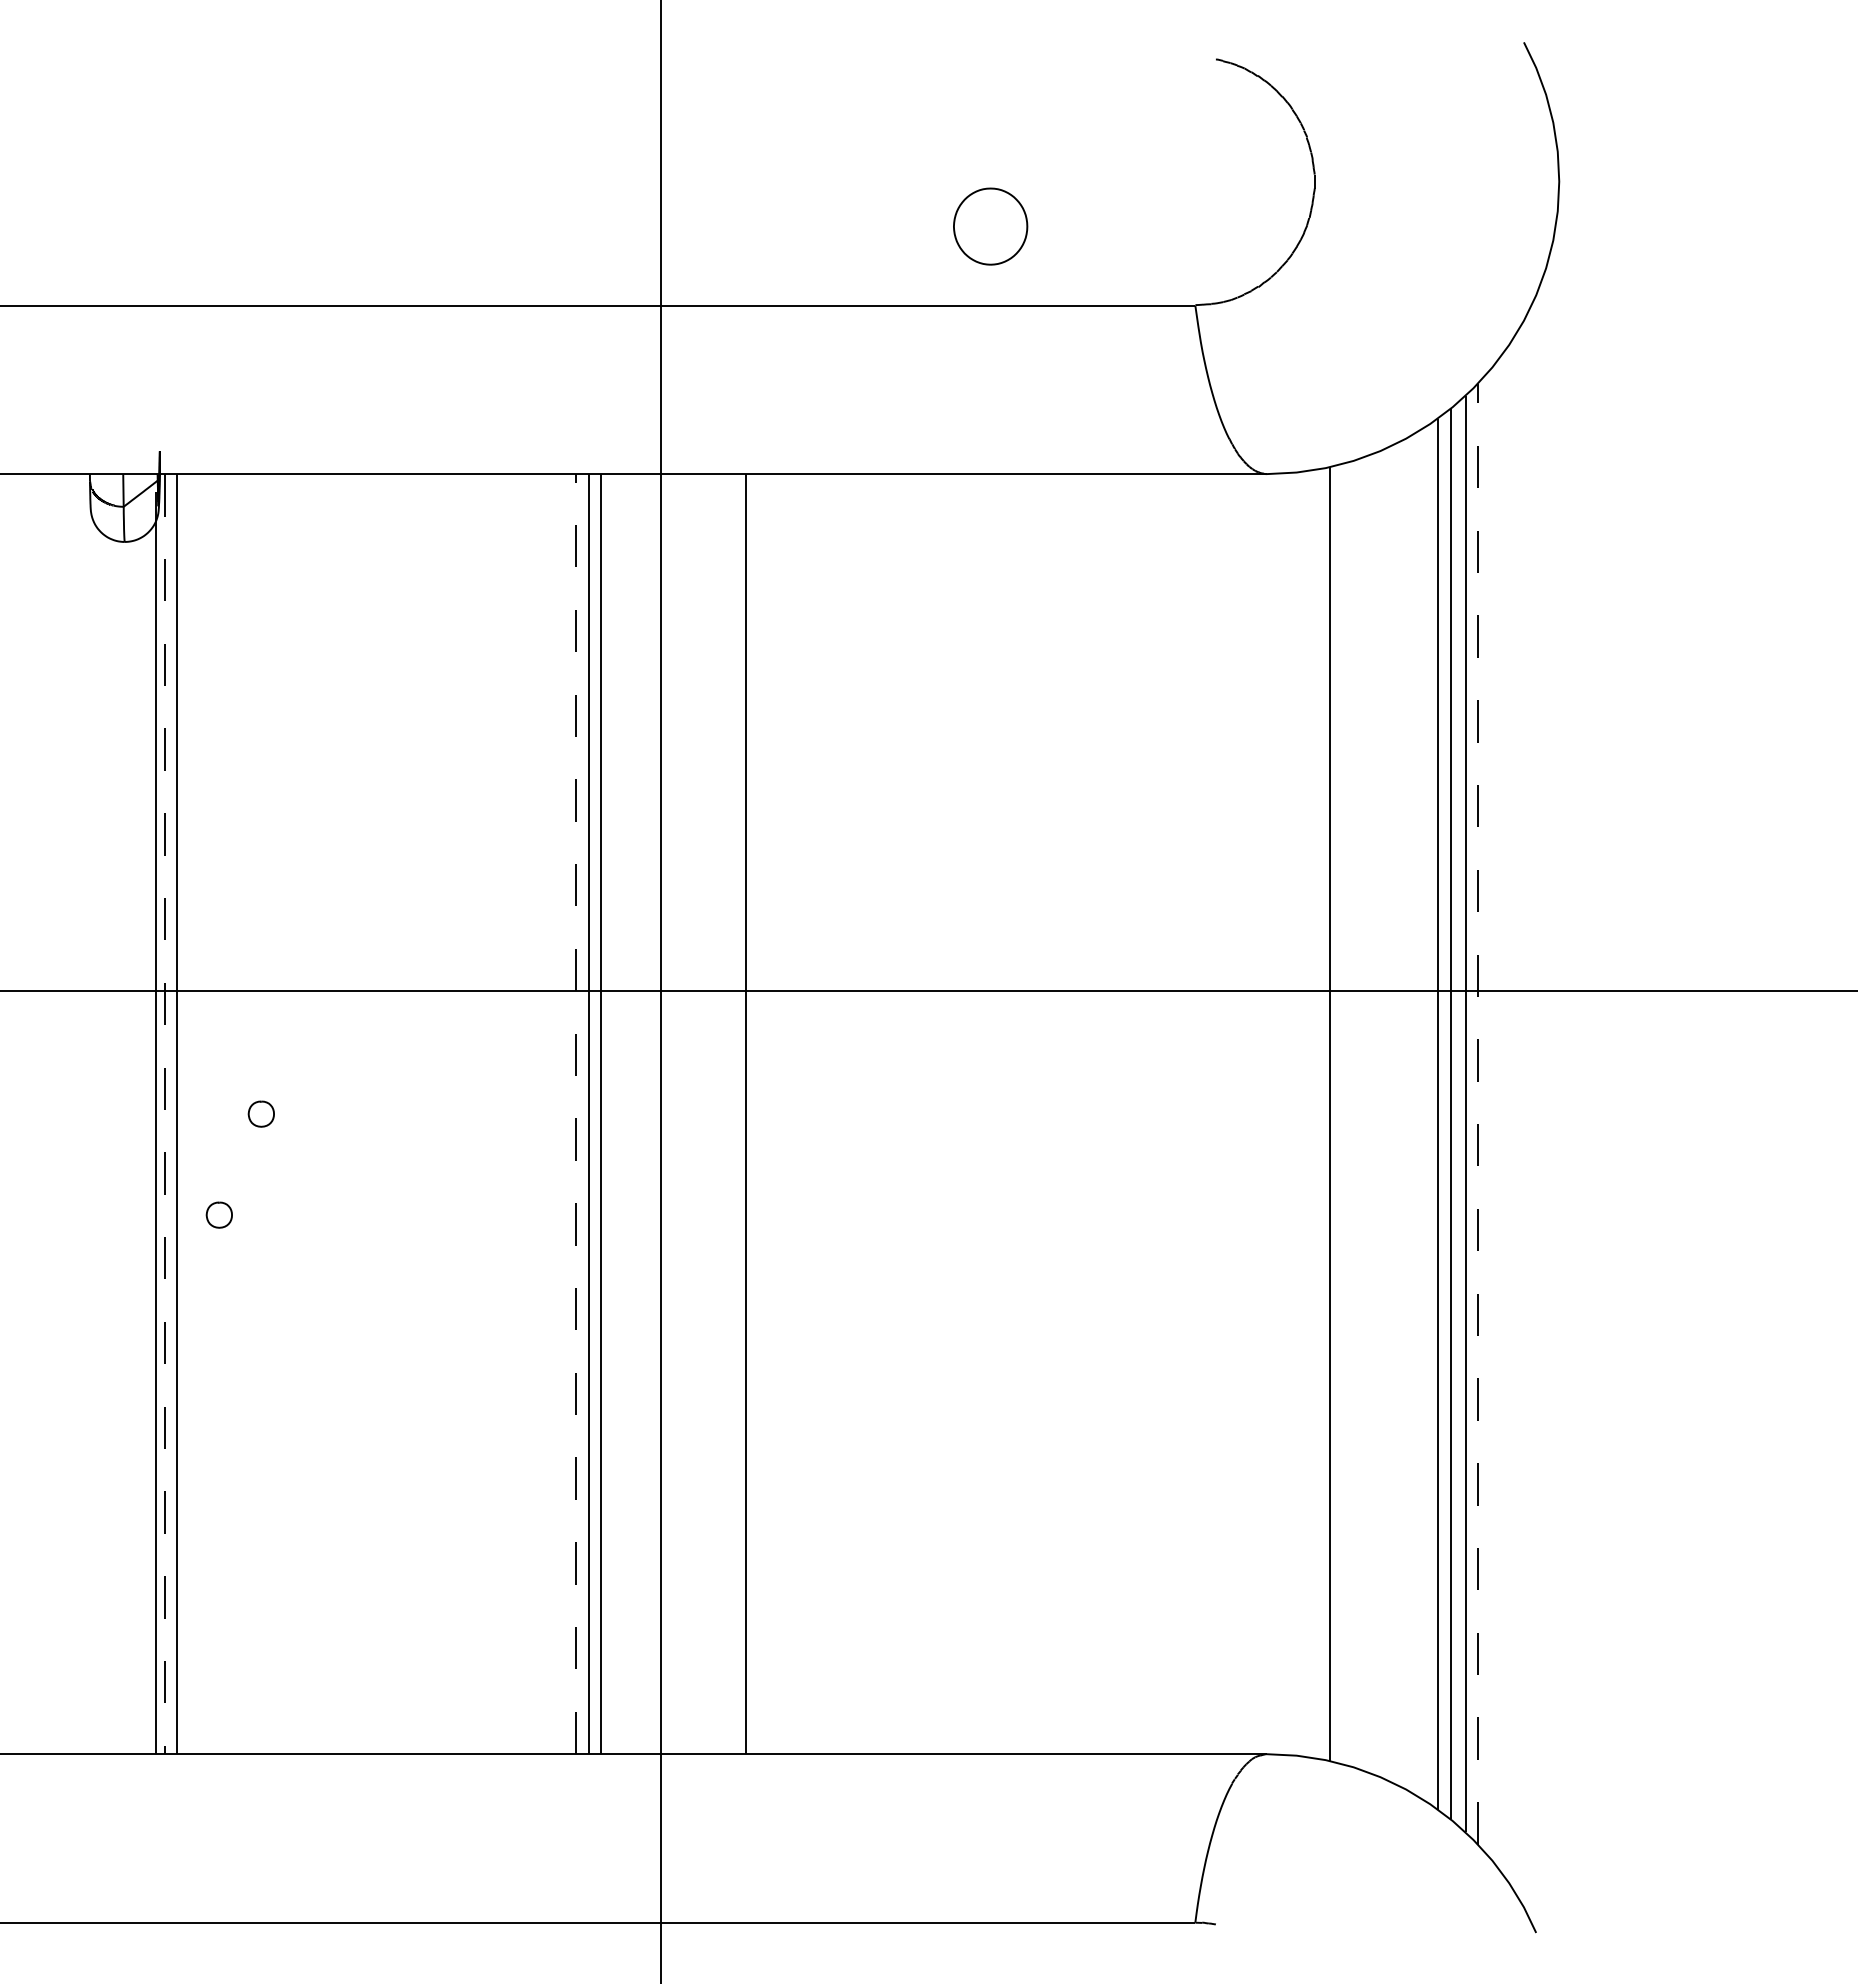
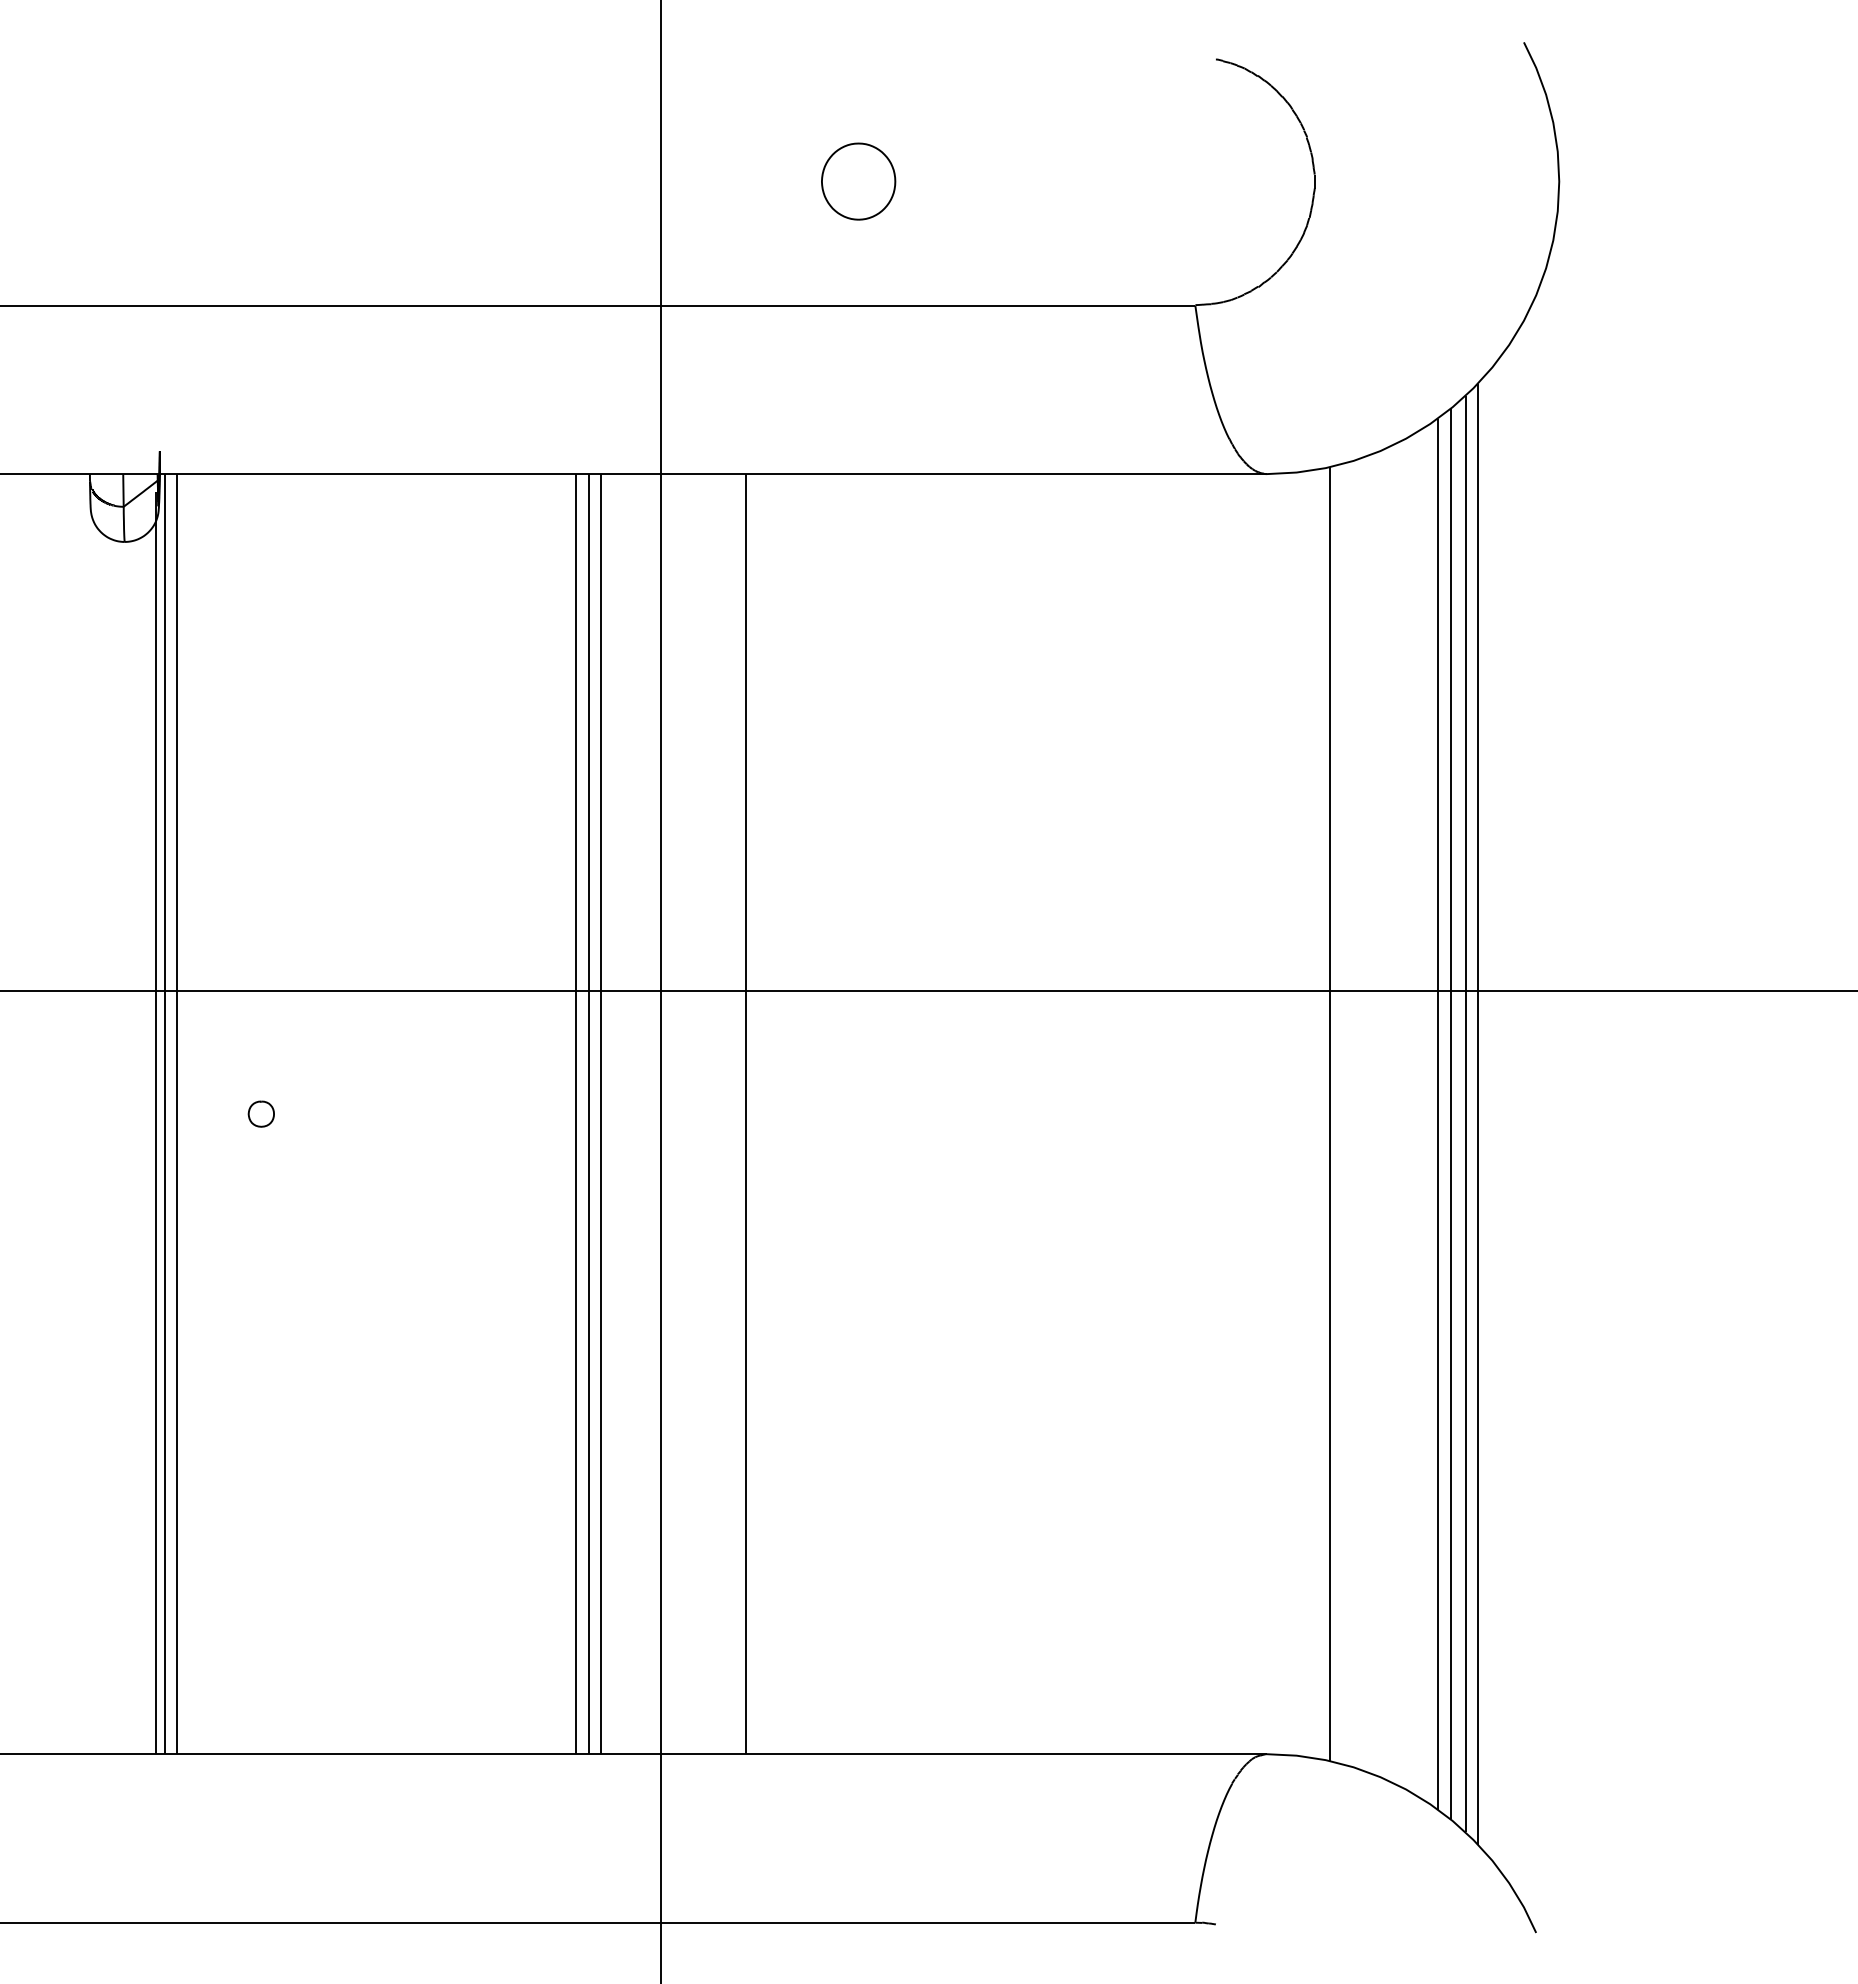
part at (990, 226) position: (990, 226) -> (858, 181)
line at (575, 1113): dashed -> solid
line at (1478, 1113): dashed -> solid
line at (164, 1114): dashed -> solid
part at (218, 1214): present -> none
